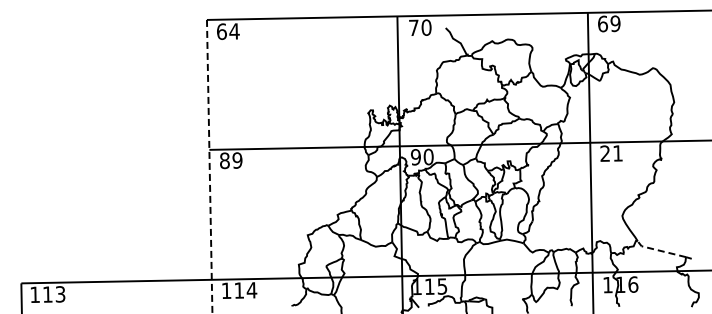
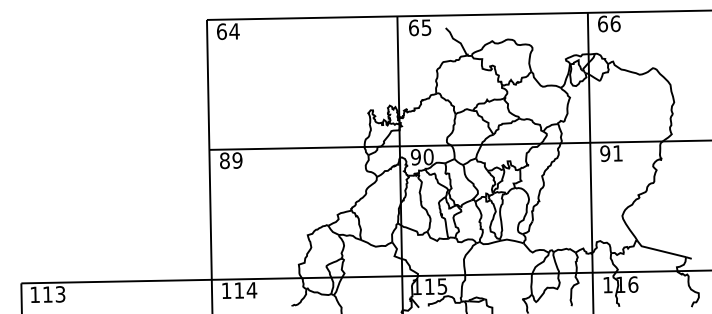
text at (615, 23): 69 -> 66
text at (420, 27): 70 -> 65
text at (605, 153): 21 -> 91
line at (209, 166): dashed -> solid
line at (659, 250): dashed -> solid
